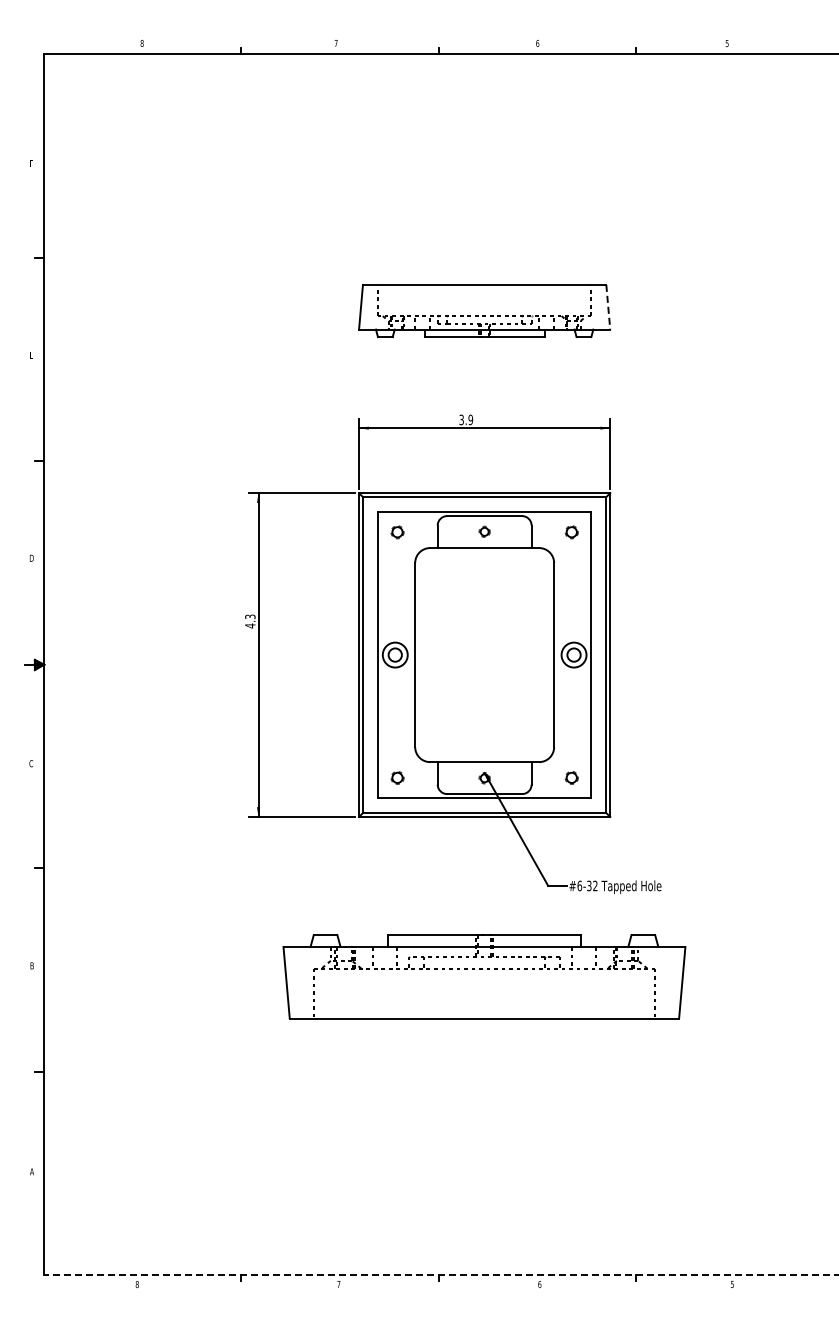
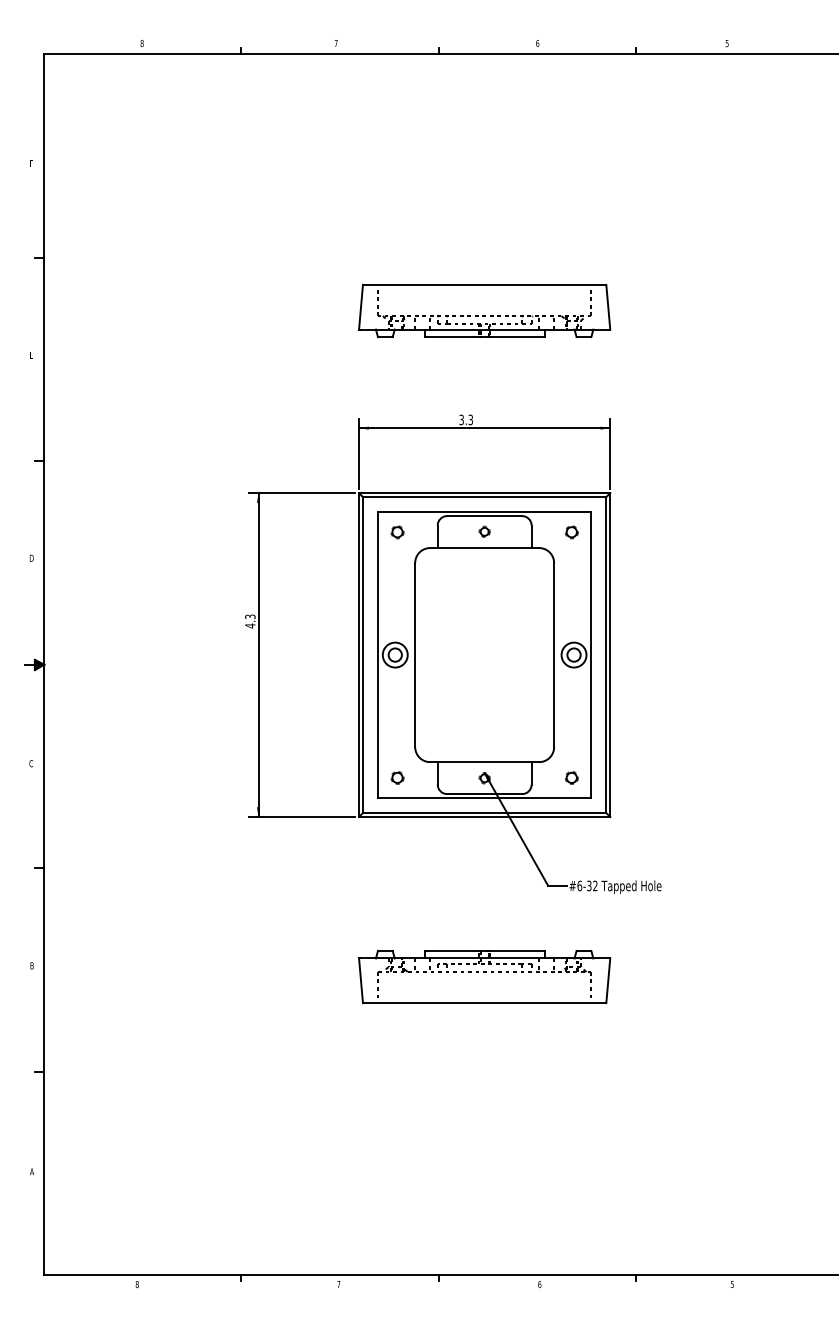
line at (608, 307): dashed -> solid
text at (470, 419): 3.9 -> 3.3
part at (484, 976) size: 405x86 px -> 254x55 px
line at (441, 1275): dashed -> solid
